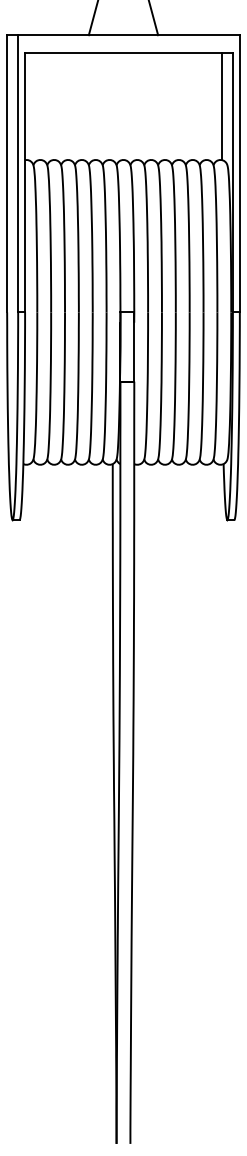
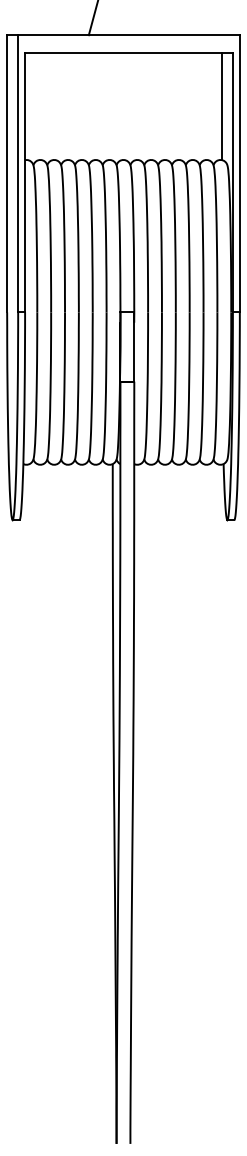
line at (153, 18): present -> none
